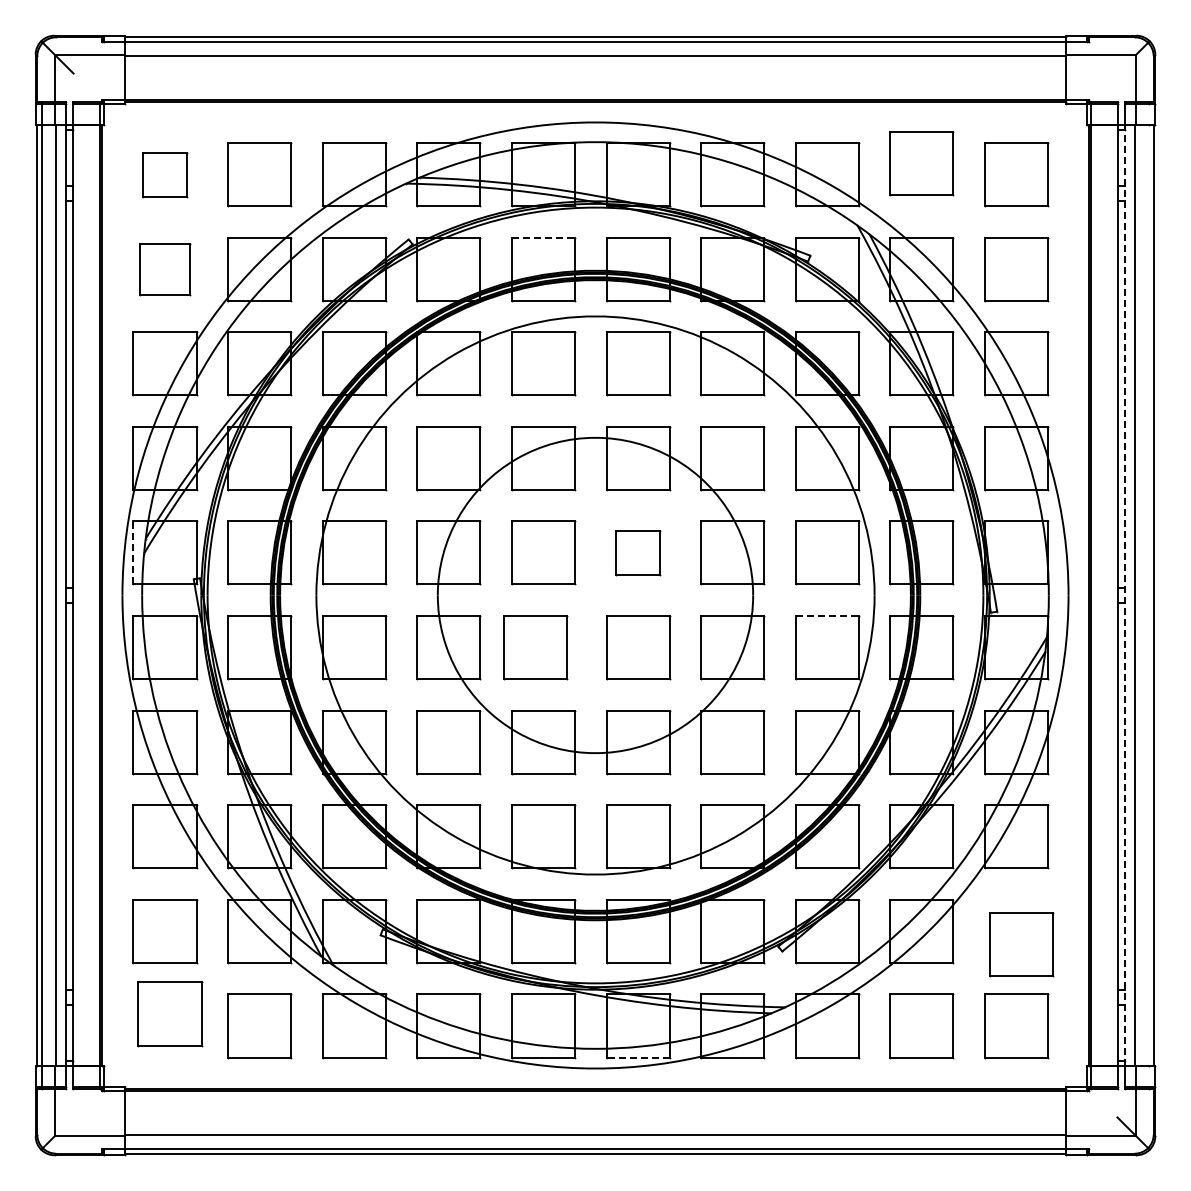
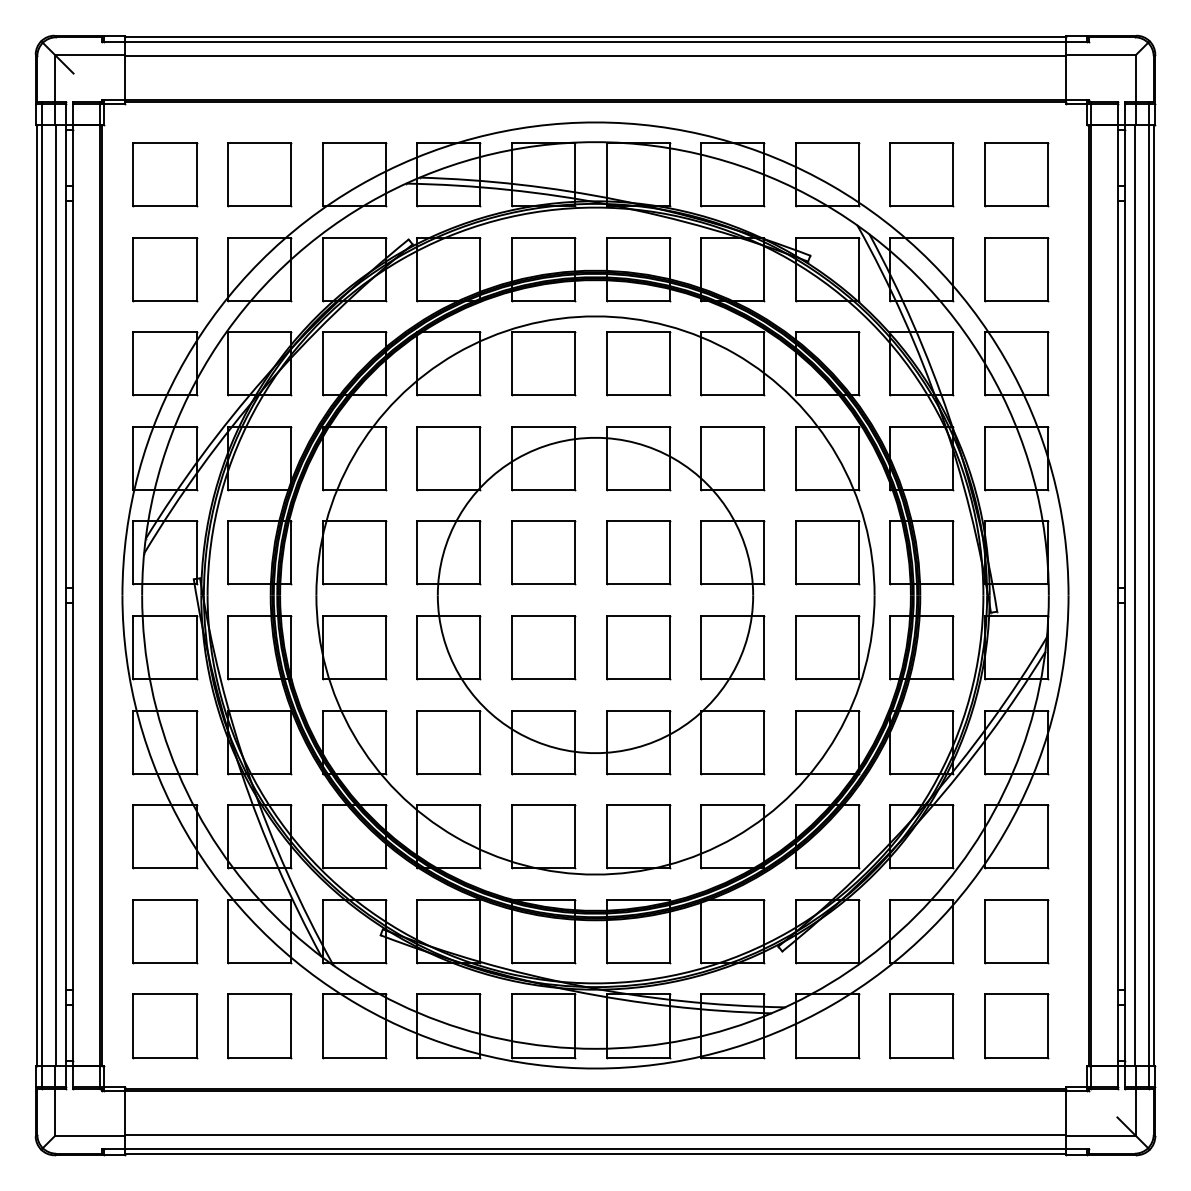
part at (921, 163) position: (921, 163) -> (921, 174)
part at (165, 175) size: 47x47 px -> 67x66 px
line at (543, 237): dashed -> solid
part at (165, 269) size: 53x54 px -> 67x66 px
line at (133, 552): dashed -> solid
part at (638, 553) size: 47x47 px -> 66x66 px
line at (1124, 595): dashed -> solid
line at (1148, 595): none -> present
line at (827, 615): dashed -> solid
part at (535, 647) position: (535, 647) -> (543, 647)
part at (1021, 944) position: (1021, 944) -> (1016, 931)
part at (170, 1014) position: (170, 1014) -> (165, 1026)
line at (638, 1057): dashed -> solid
